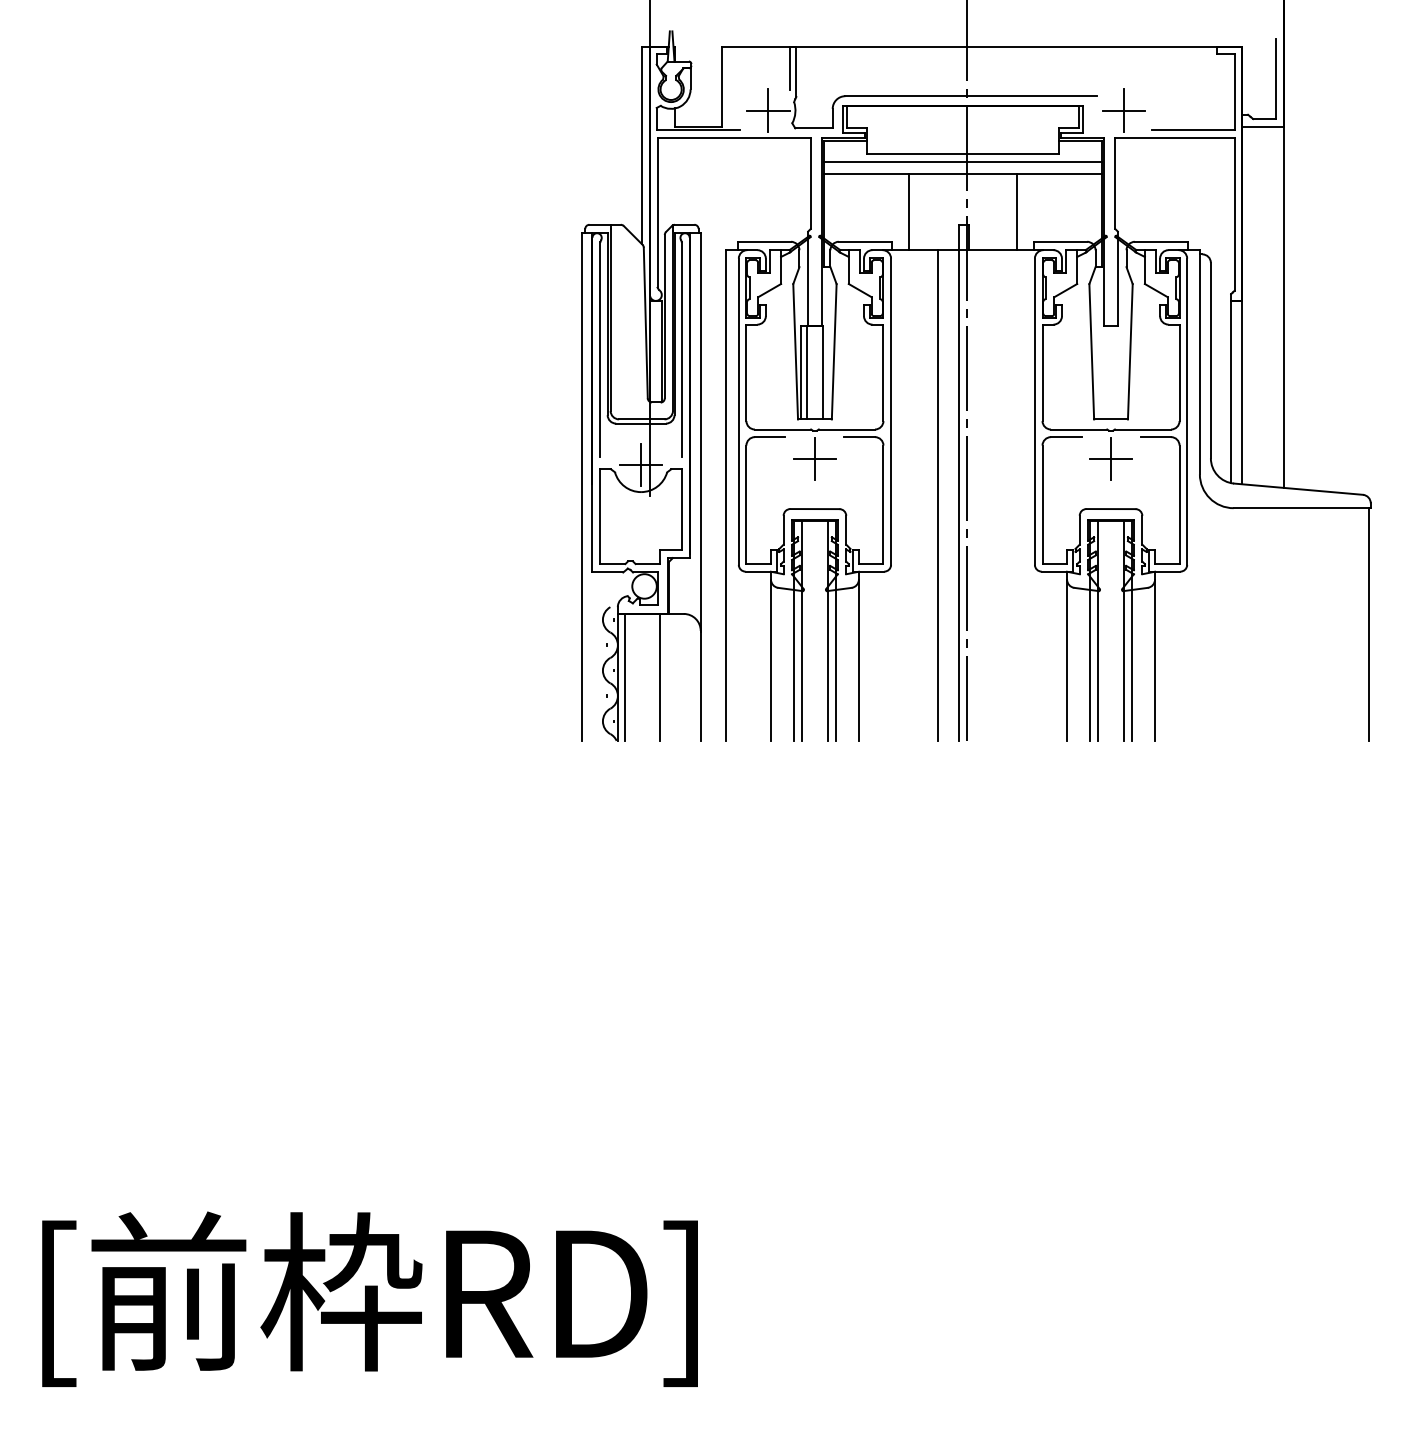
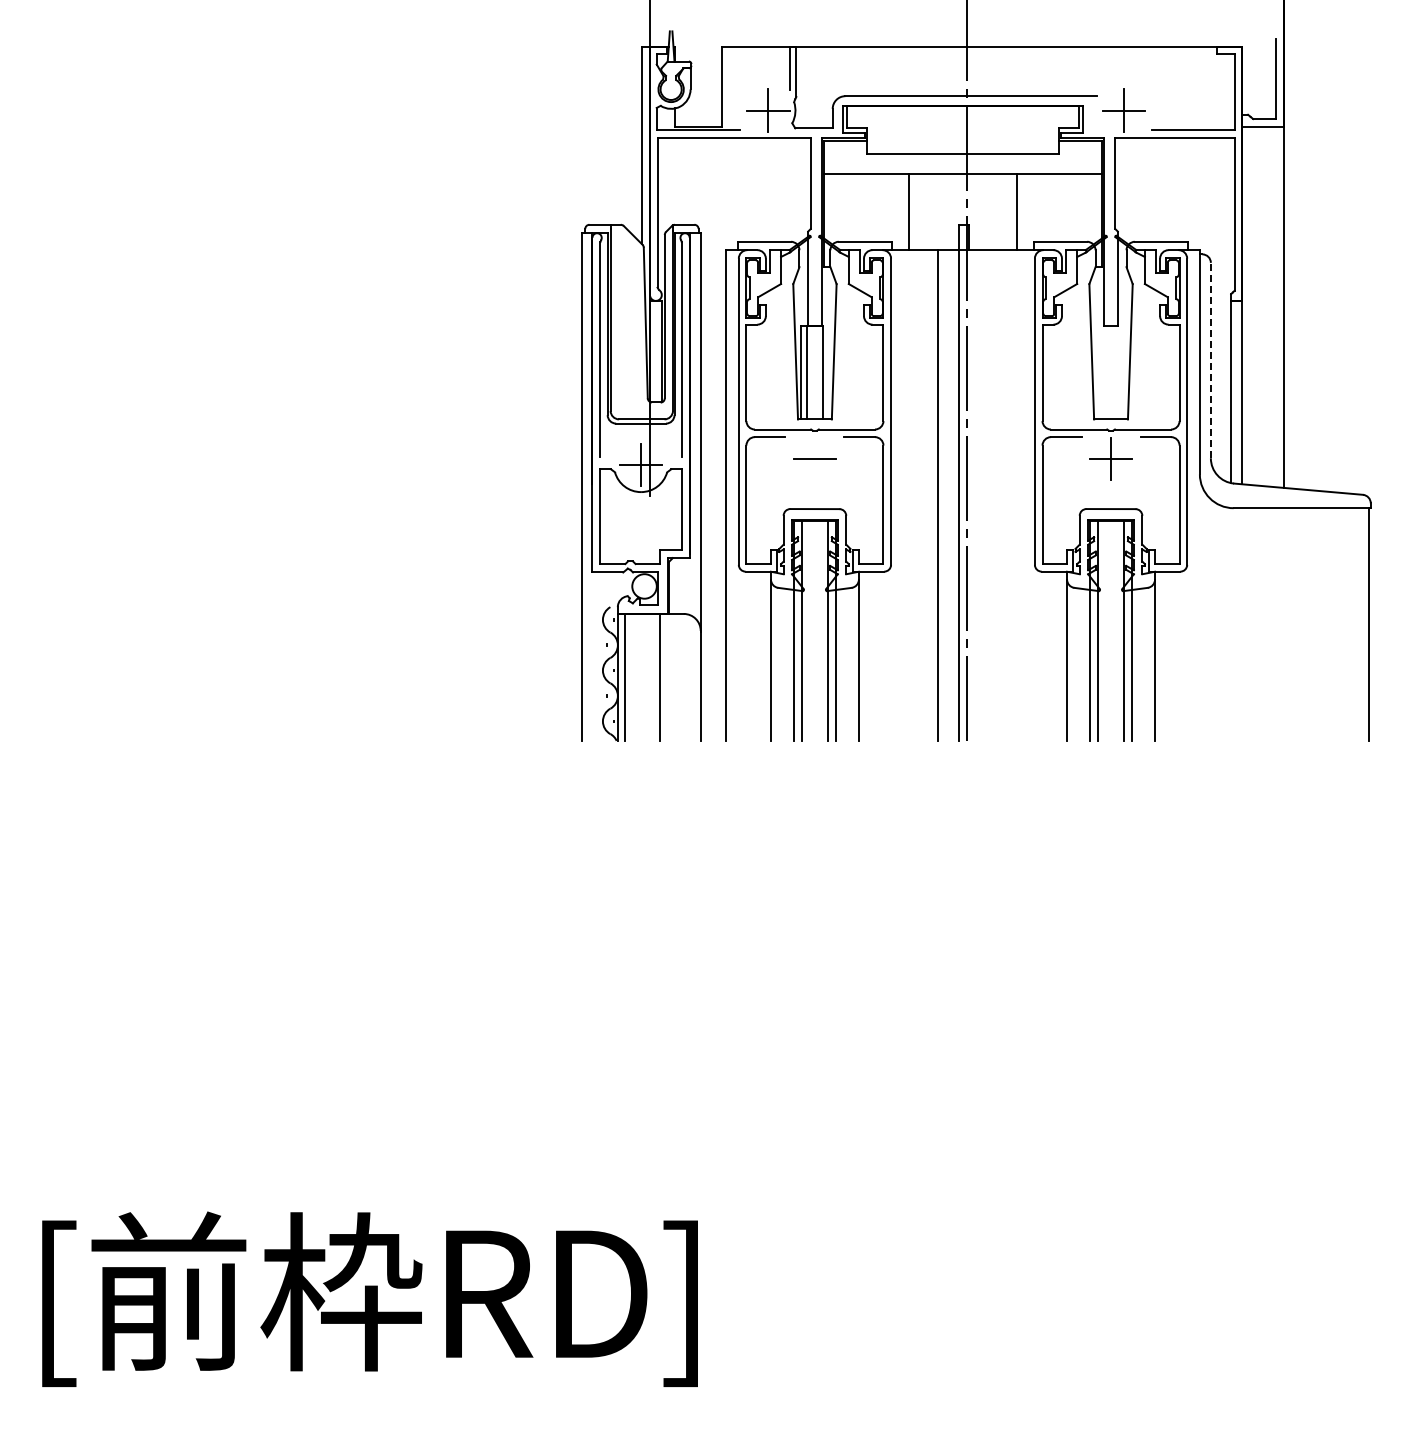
line at (962, 162): present -> none
line at (1210, 360): solid -> dashed
line at (814, 458): present -> none
